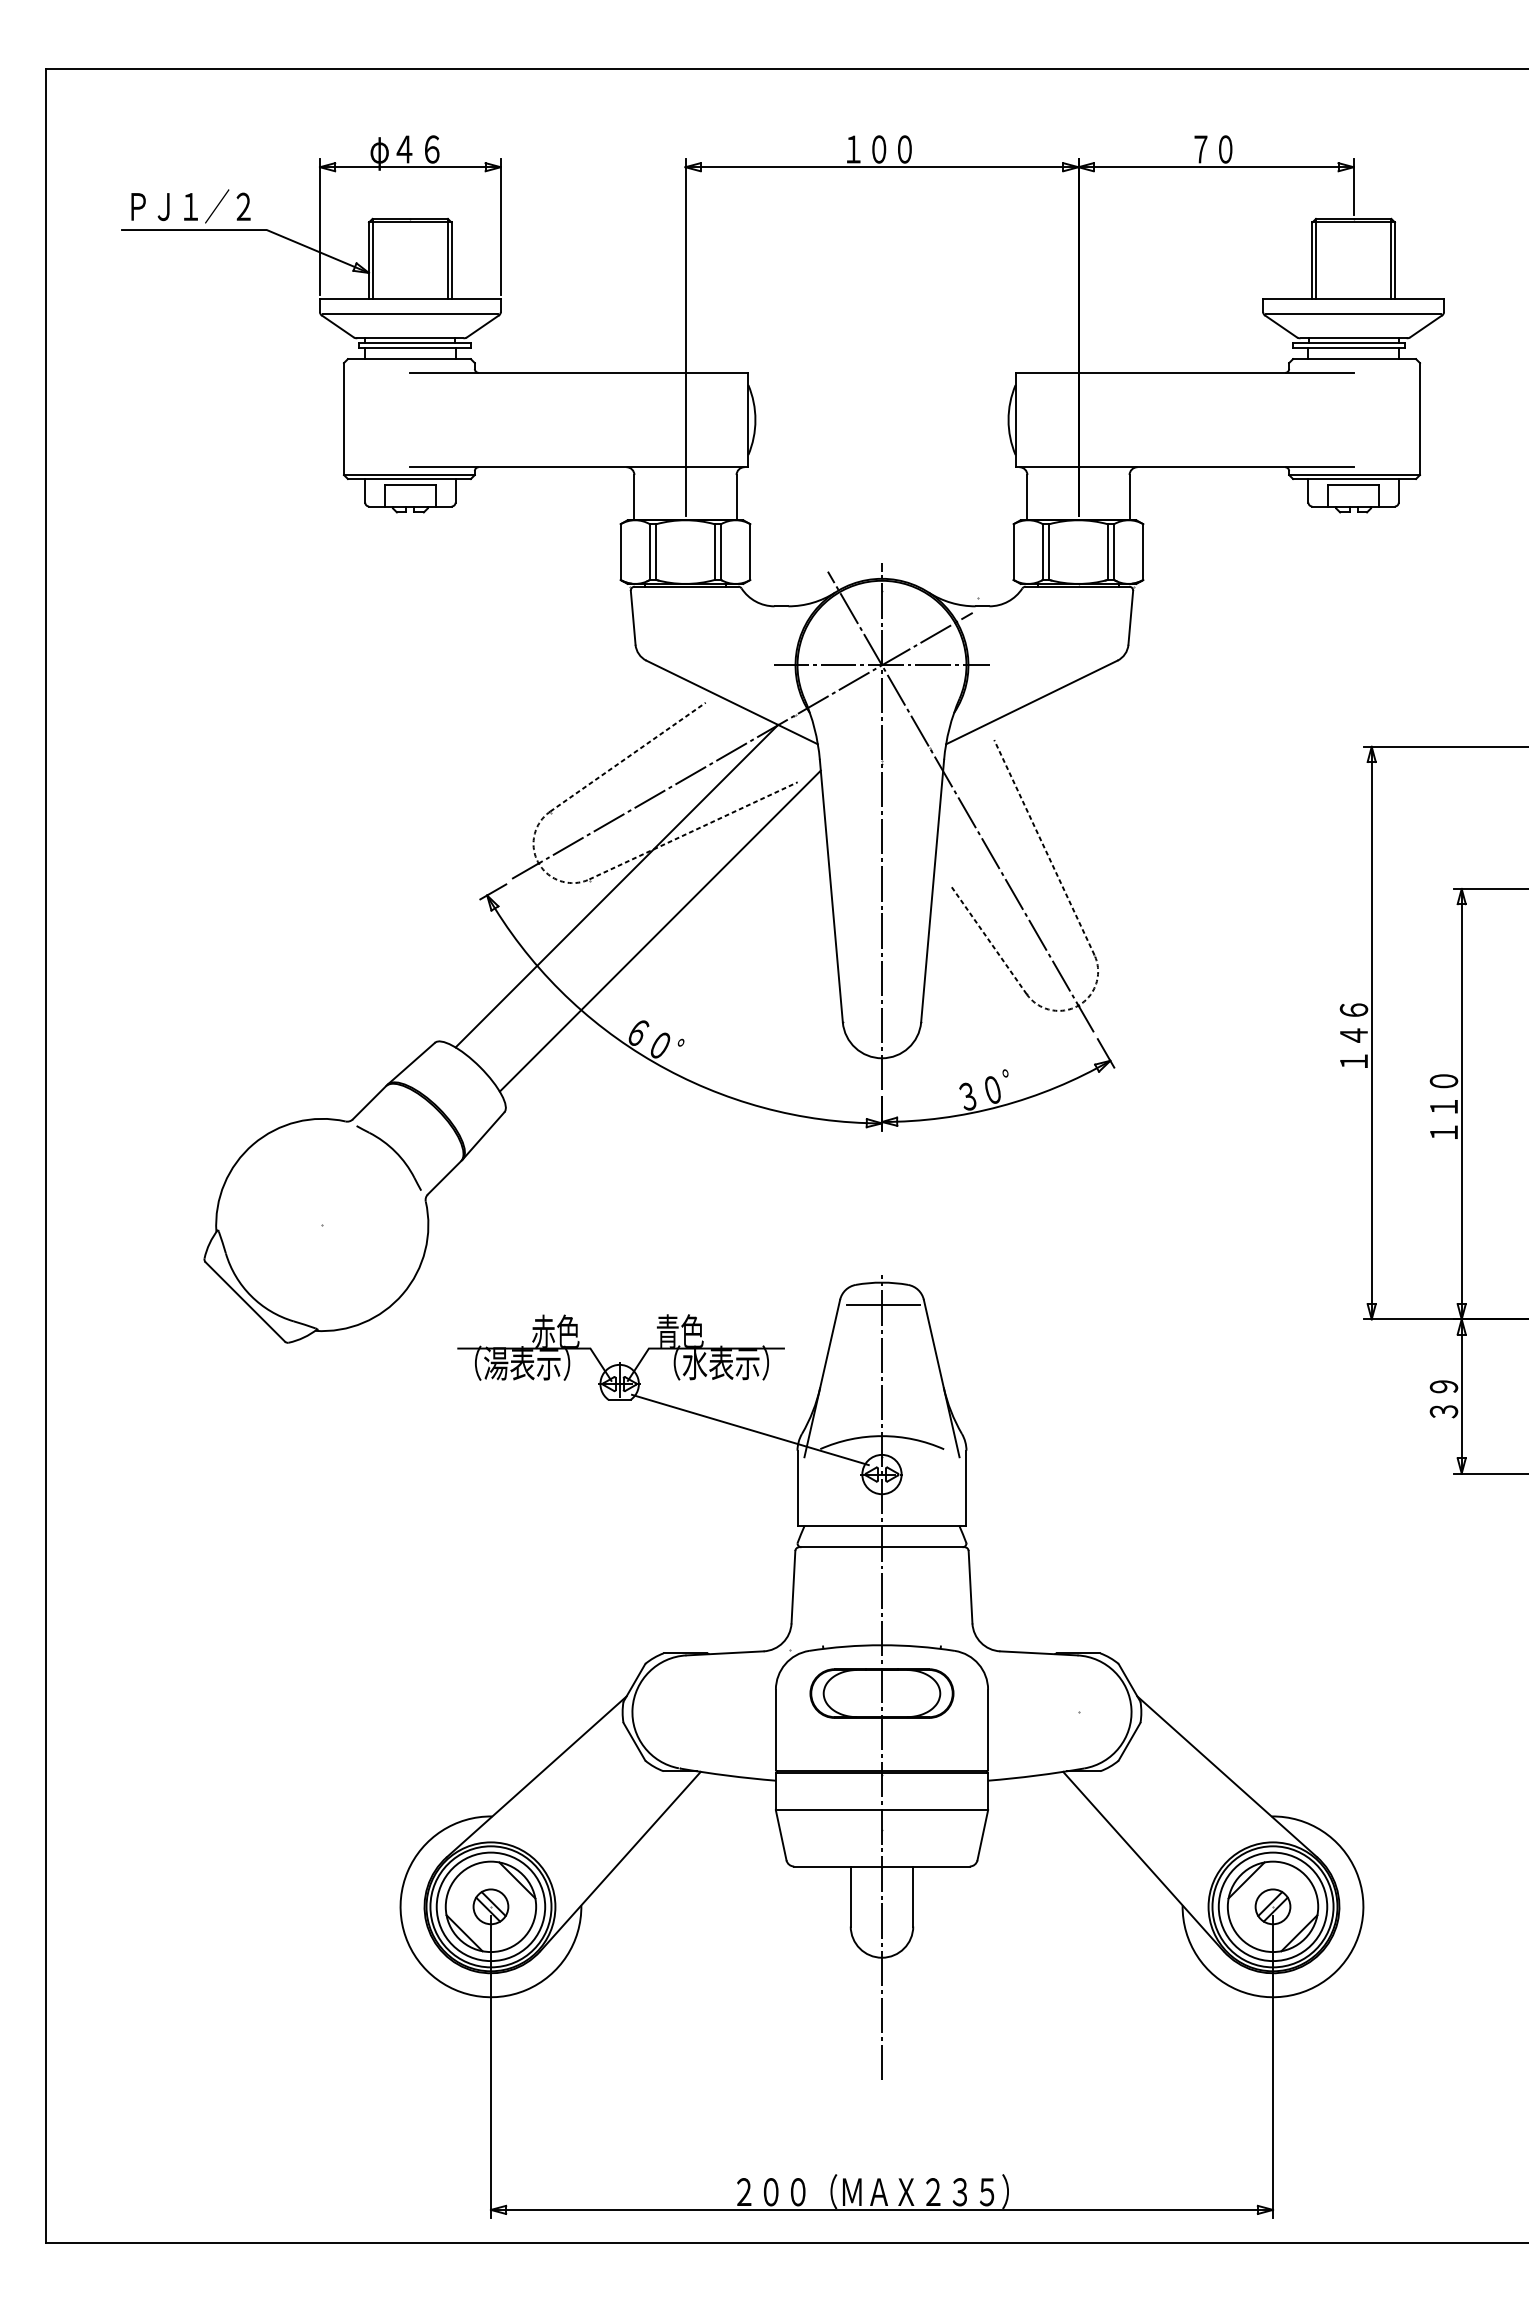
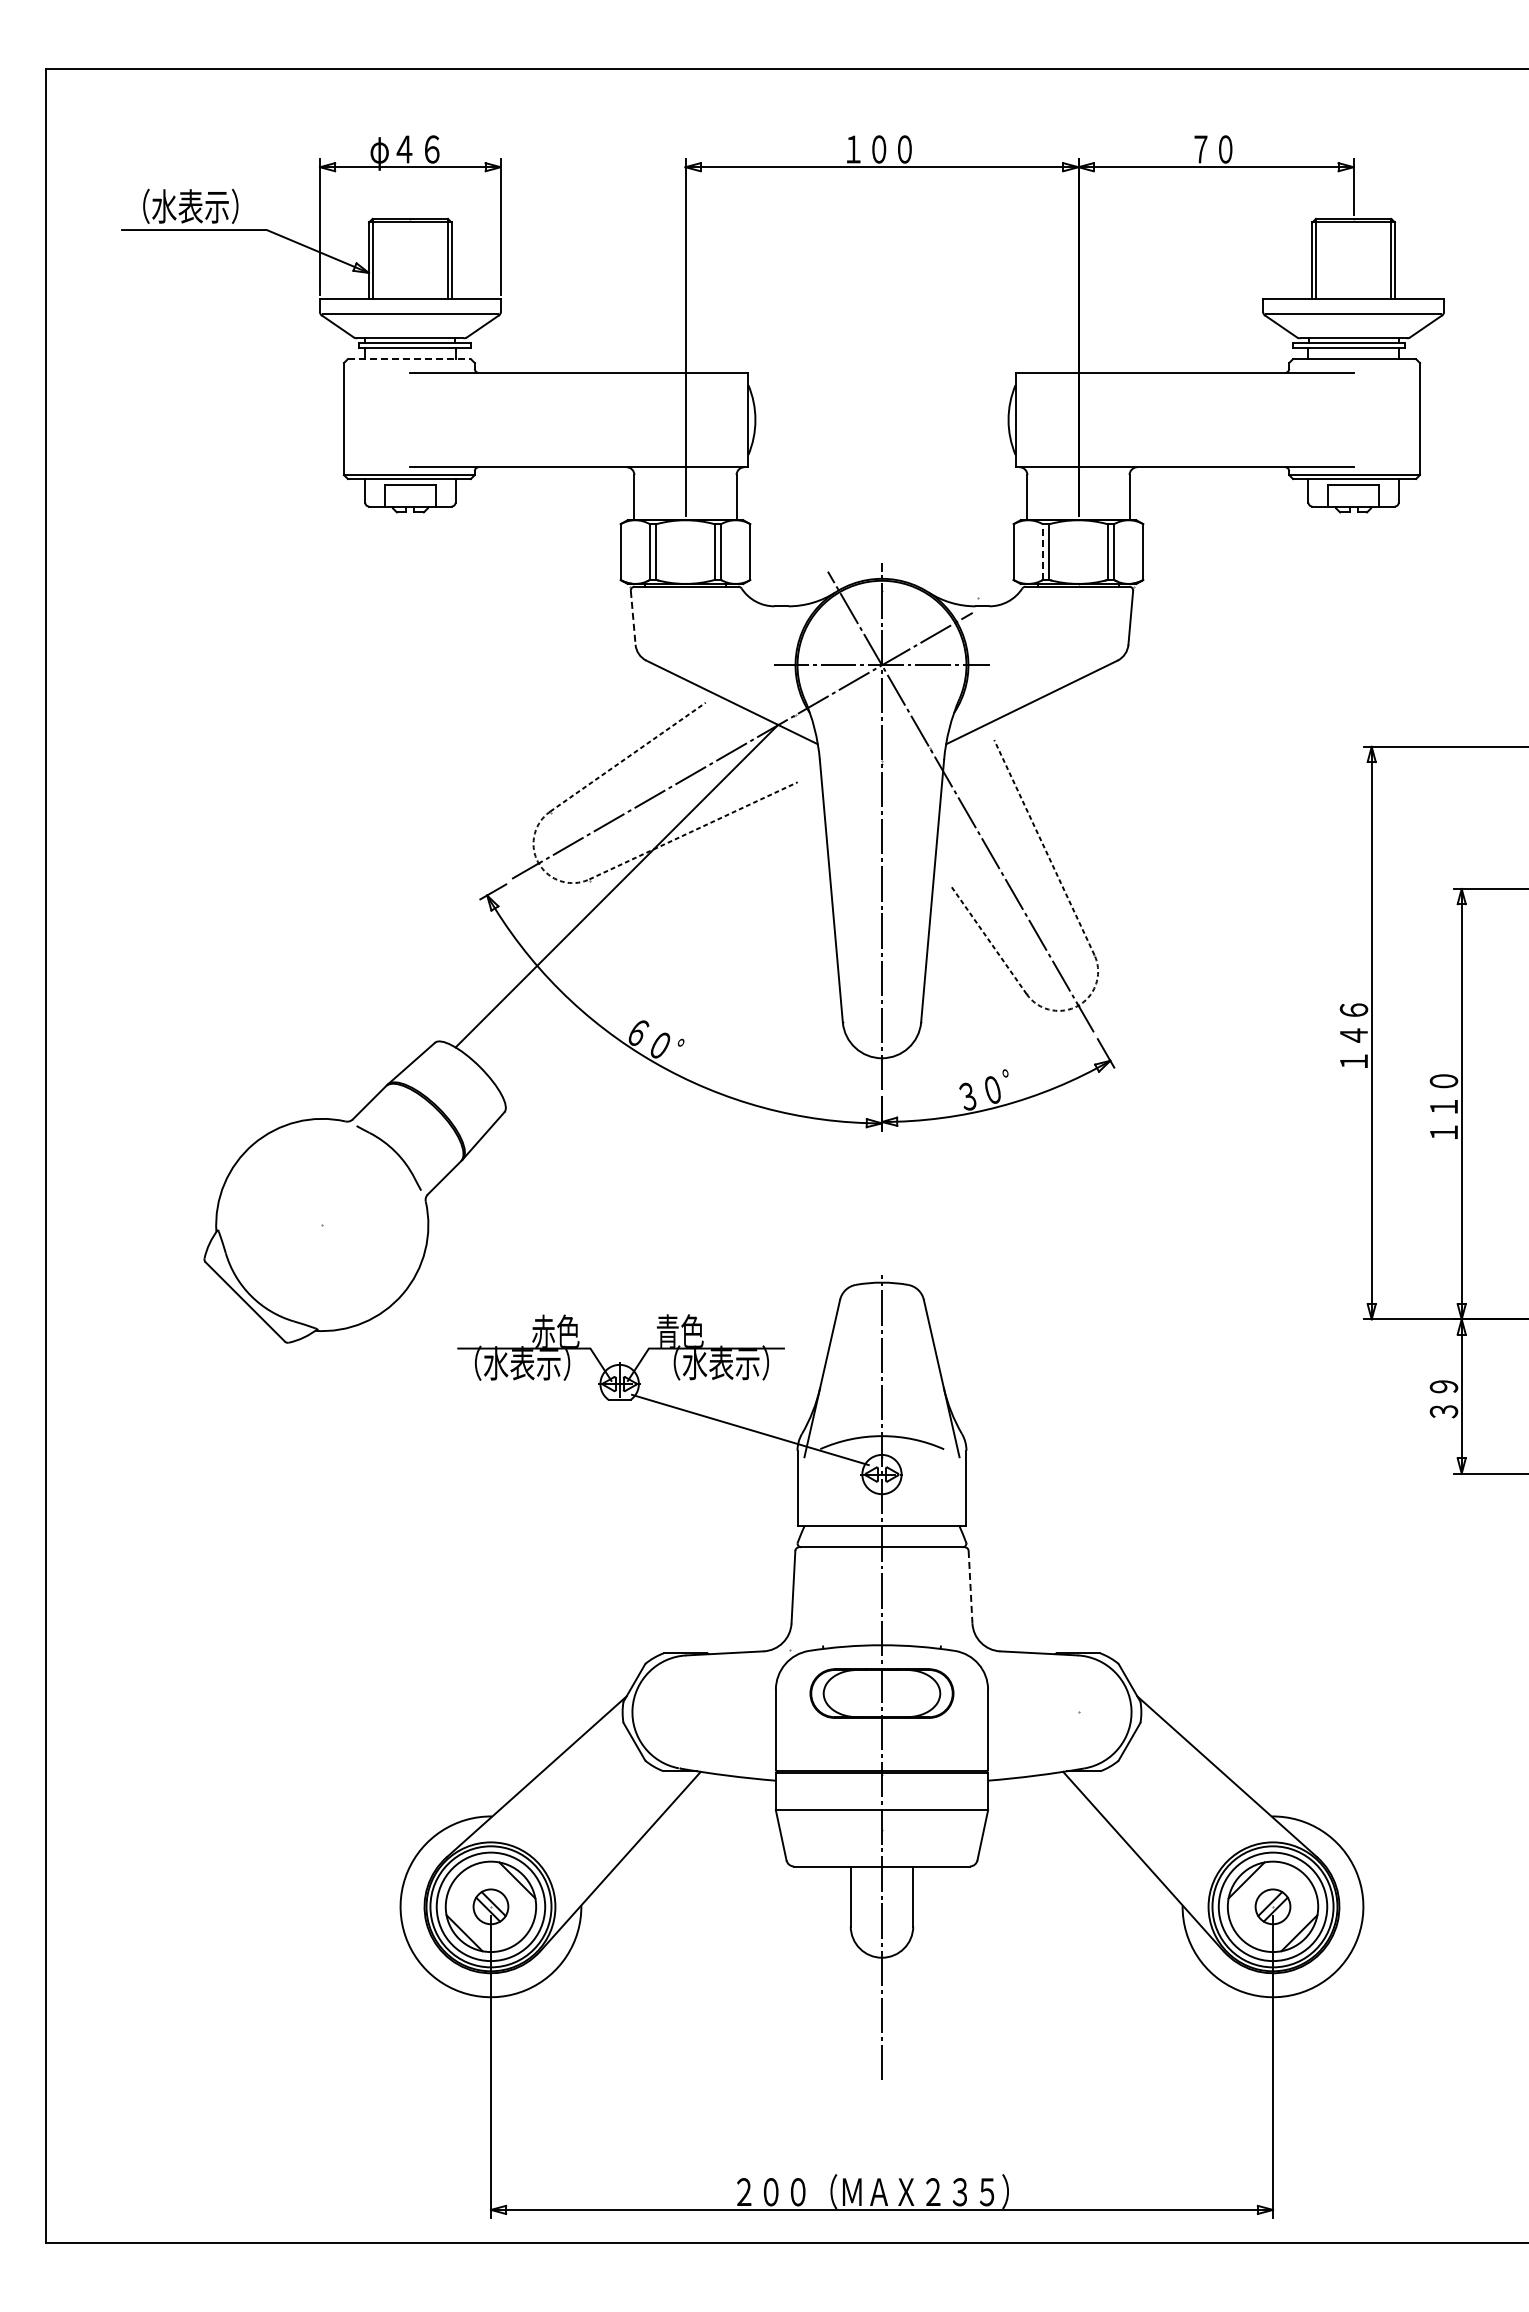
text at (190, 205): ＰＪ１／２ -> （水表示）
line at (409, 359): solid -> dashed
line at (1042, 552): solid -> dashed
line at (633, 618): solid -> dashed
line at (659, 930): present -> none
line at (883, 1305): present -> none
text at (496, 1363): （湯表示） -> （水表示）
line at (970, 1587): solid -> dashed
